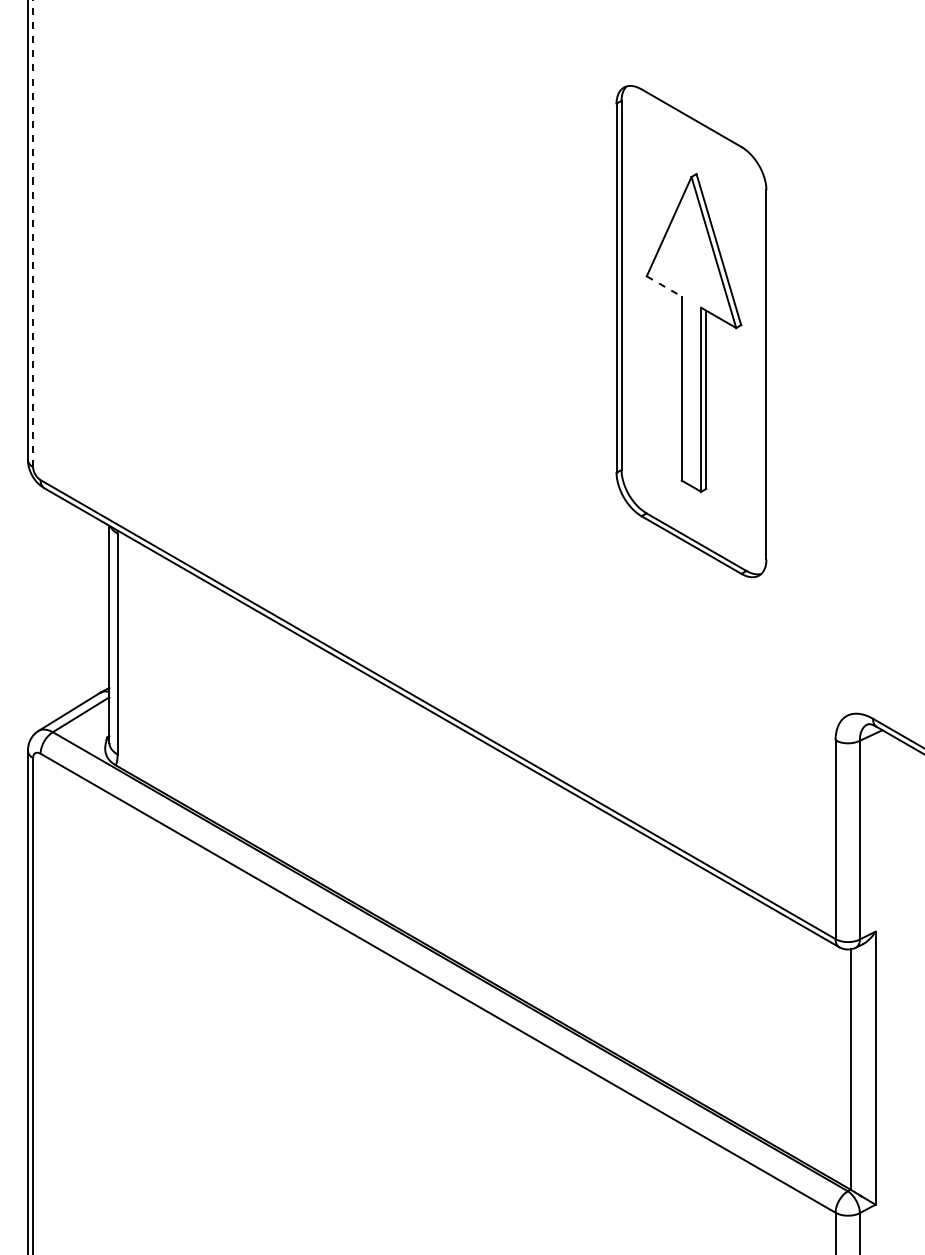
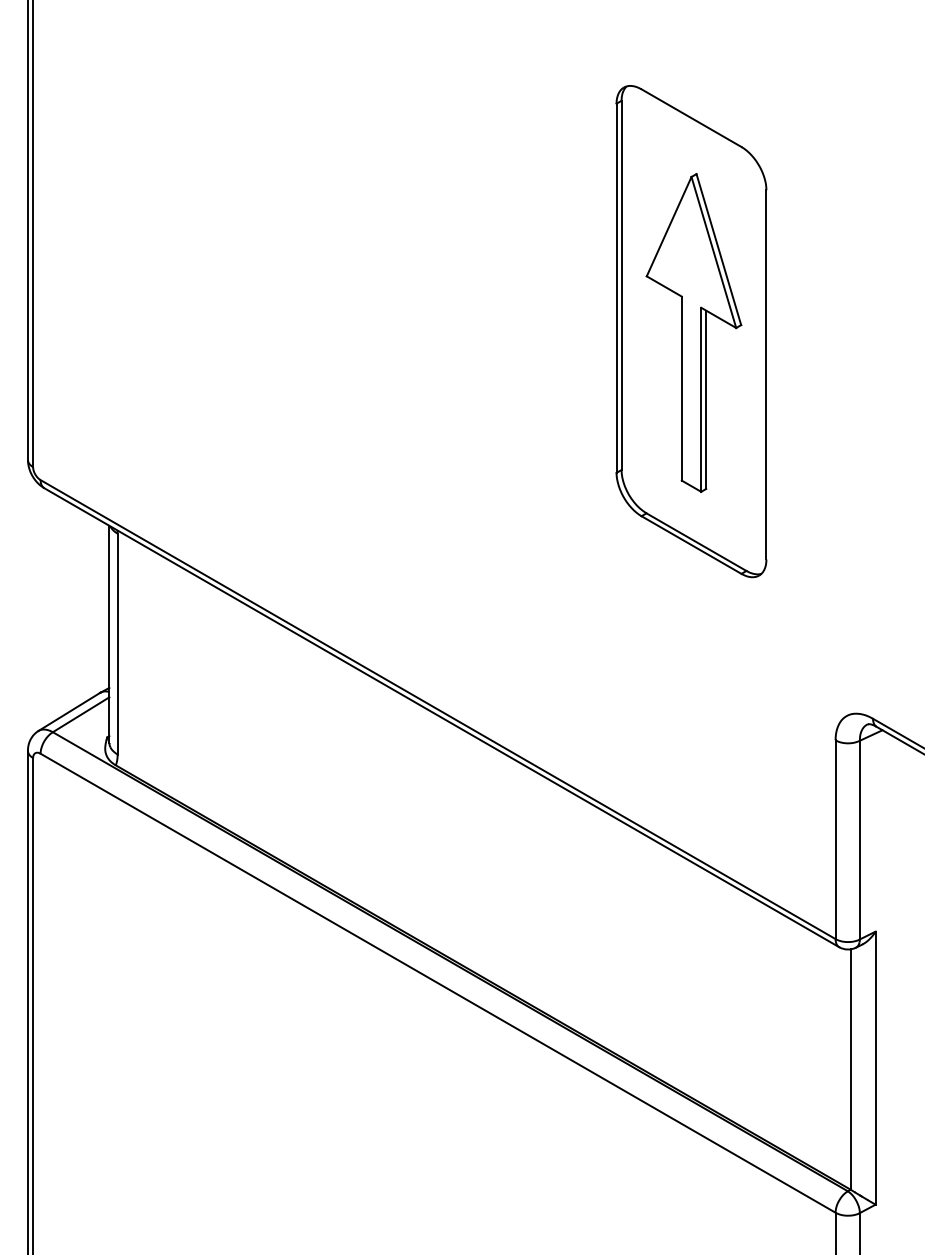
line at (33, 233): dashed -> solid
line at (664, 286): dashed -> solid
